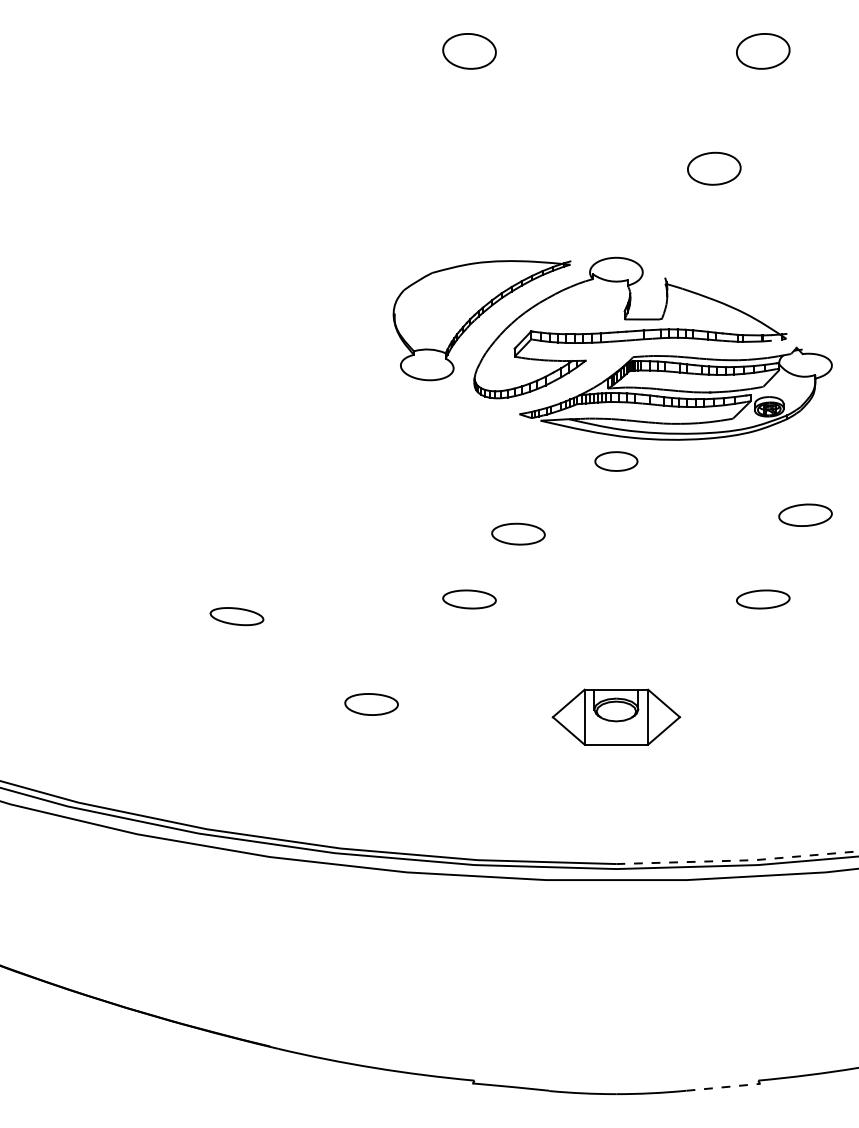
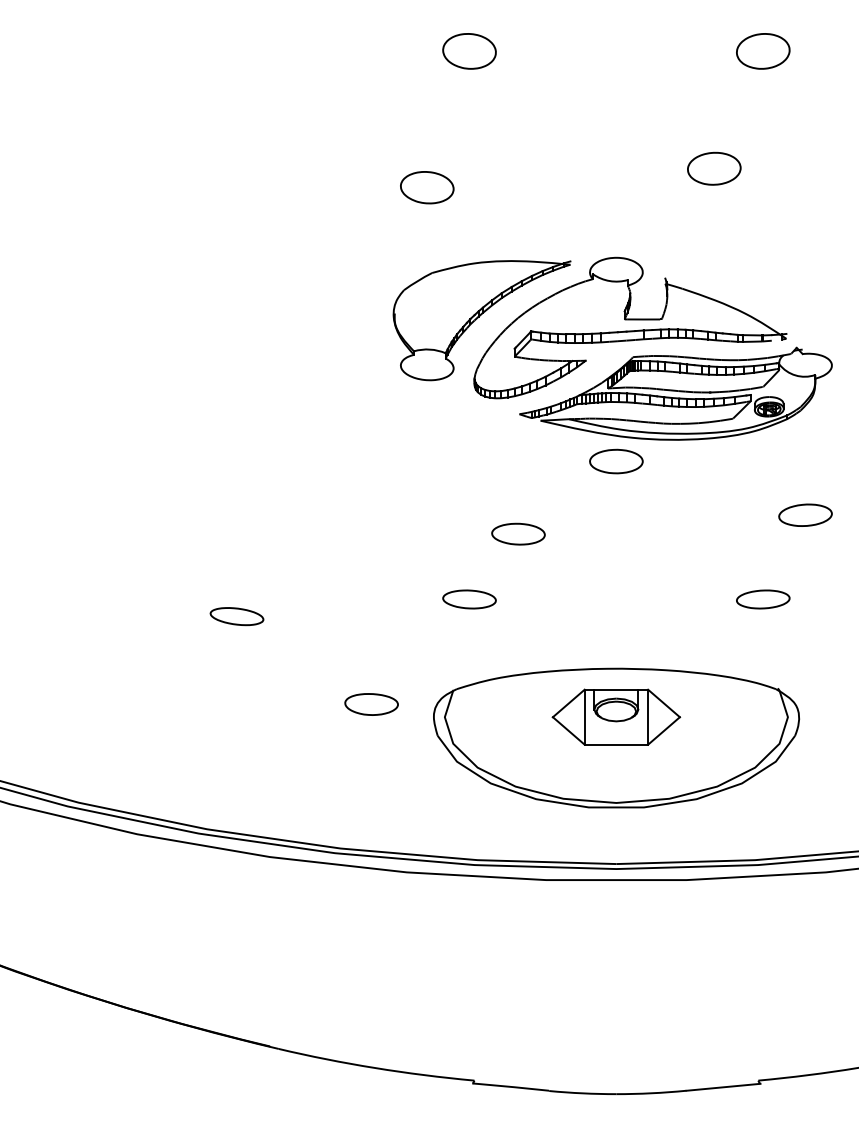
part at (427, 187): none -> present
part at (616, 461) size: 45x21 px -> 55x27 px
part at (616, 737): none -> present
line at (738, 860): dashed -> solid
line at (724, 1087): dashed -> solid
